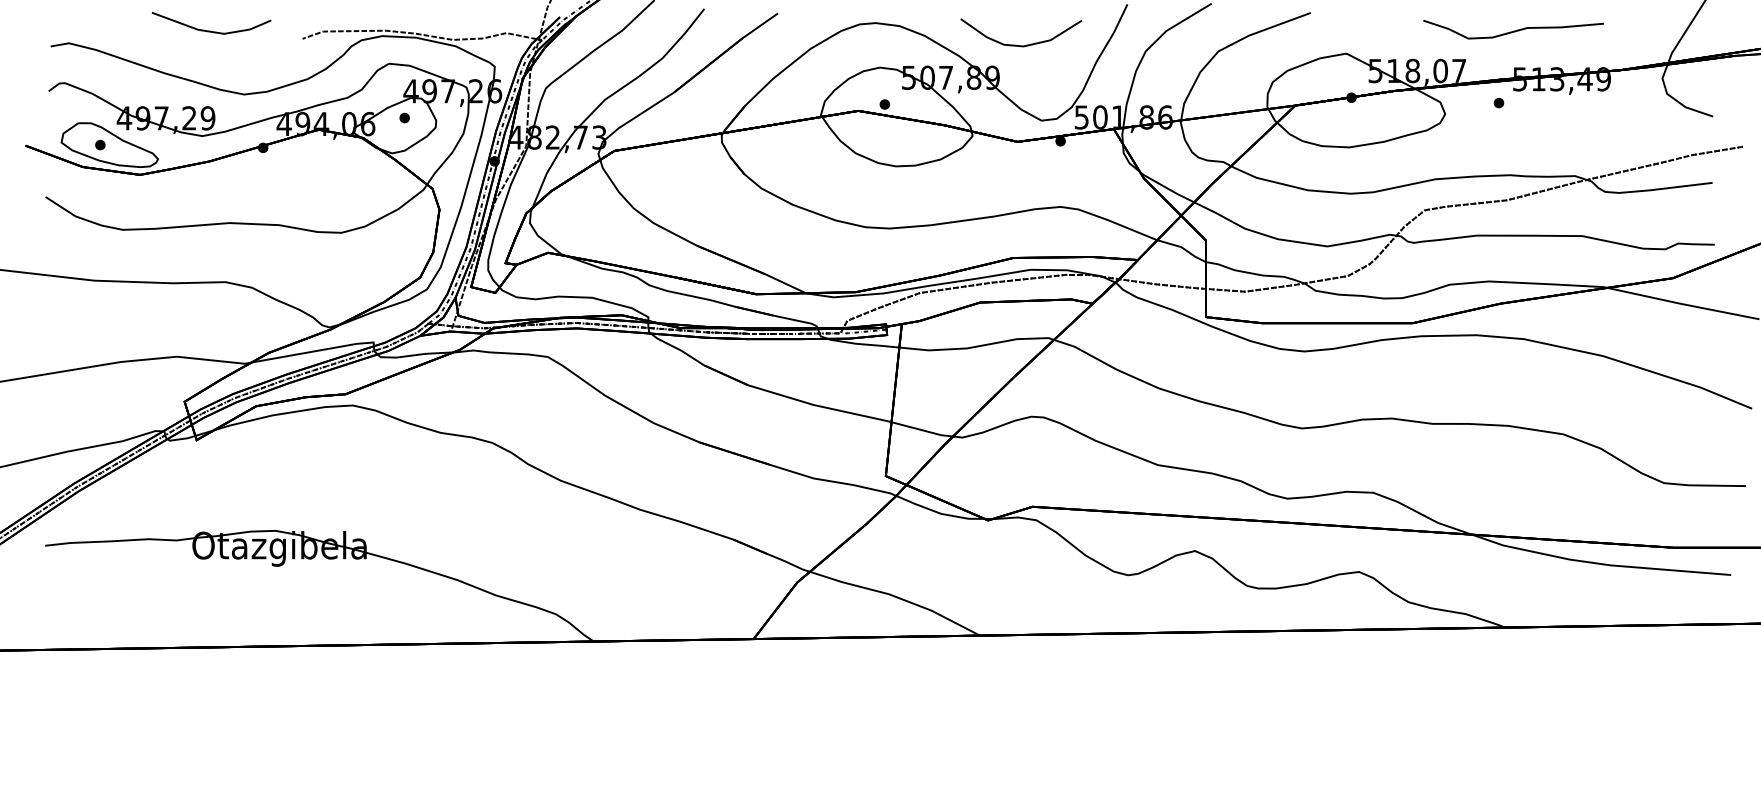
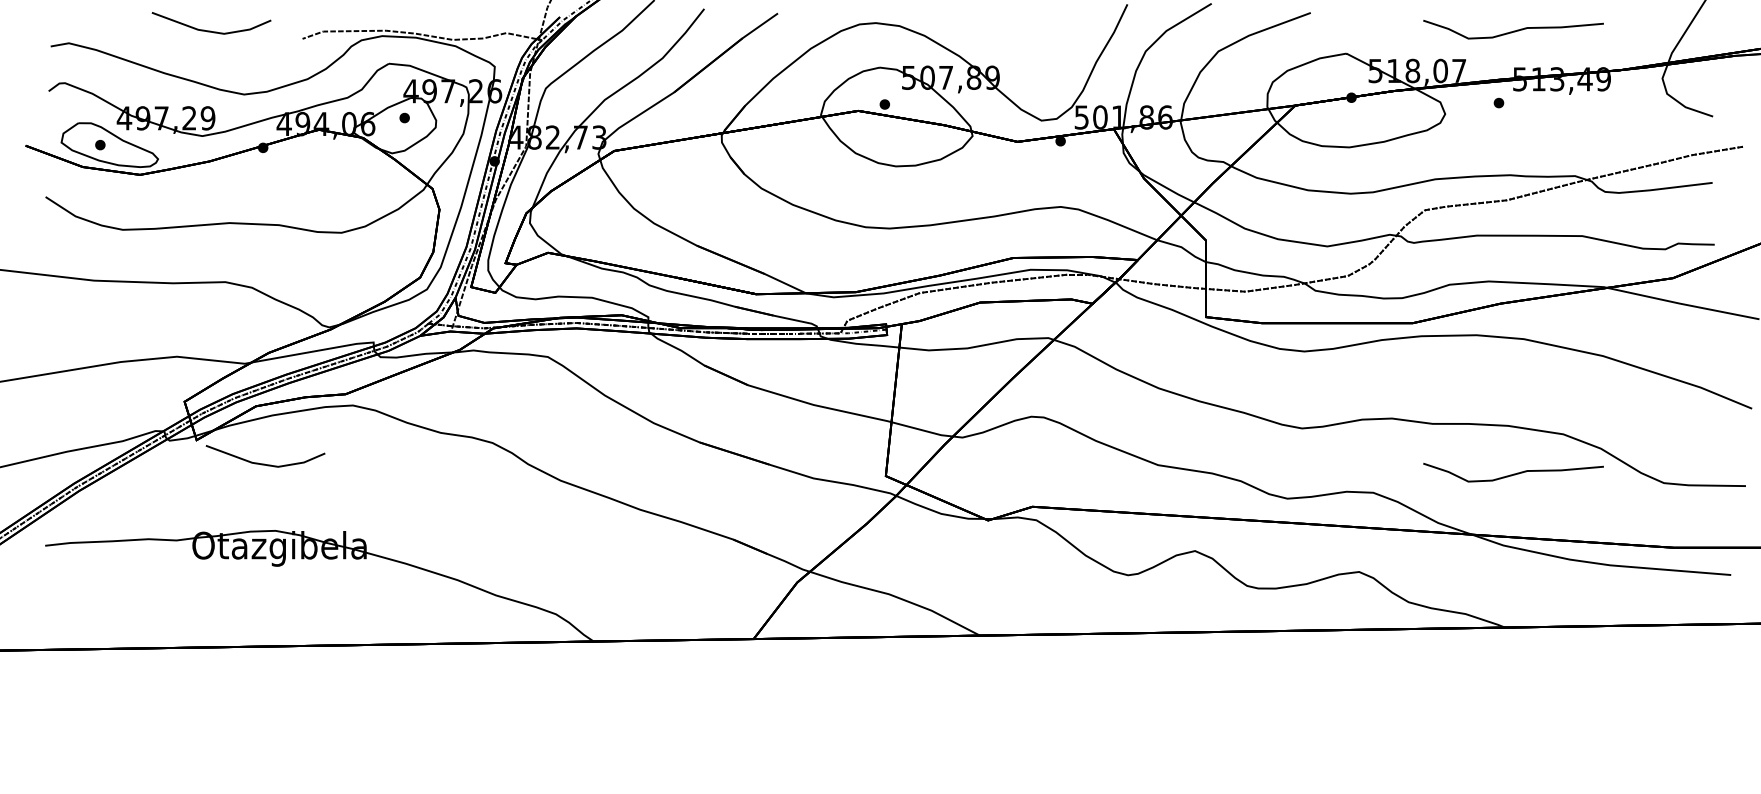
curve at (1016, 44): present -> none
line at (264, 463): none -> present
curve at (1513, 473): none -> present
